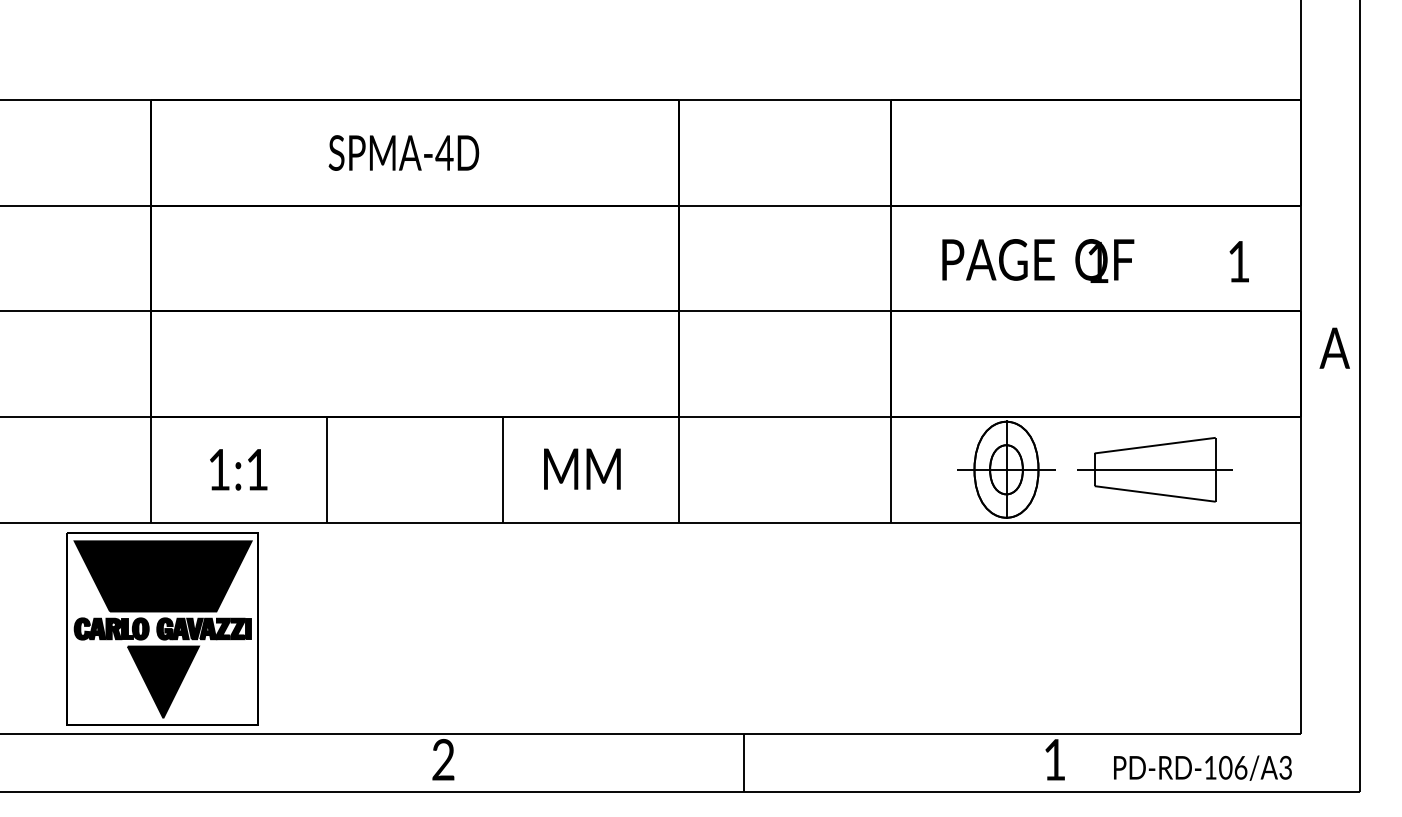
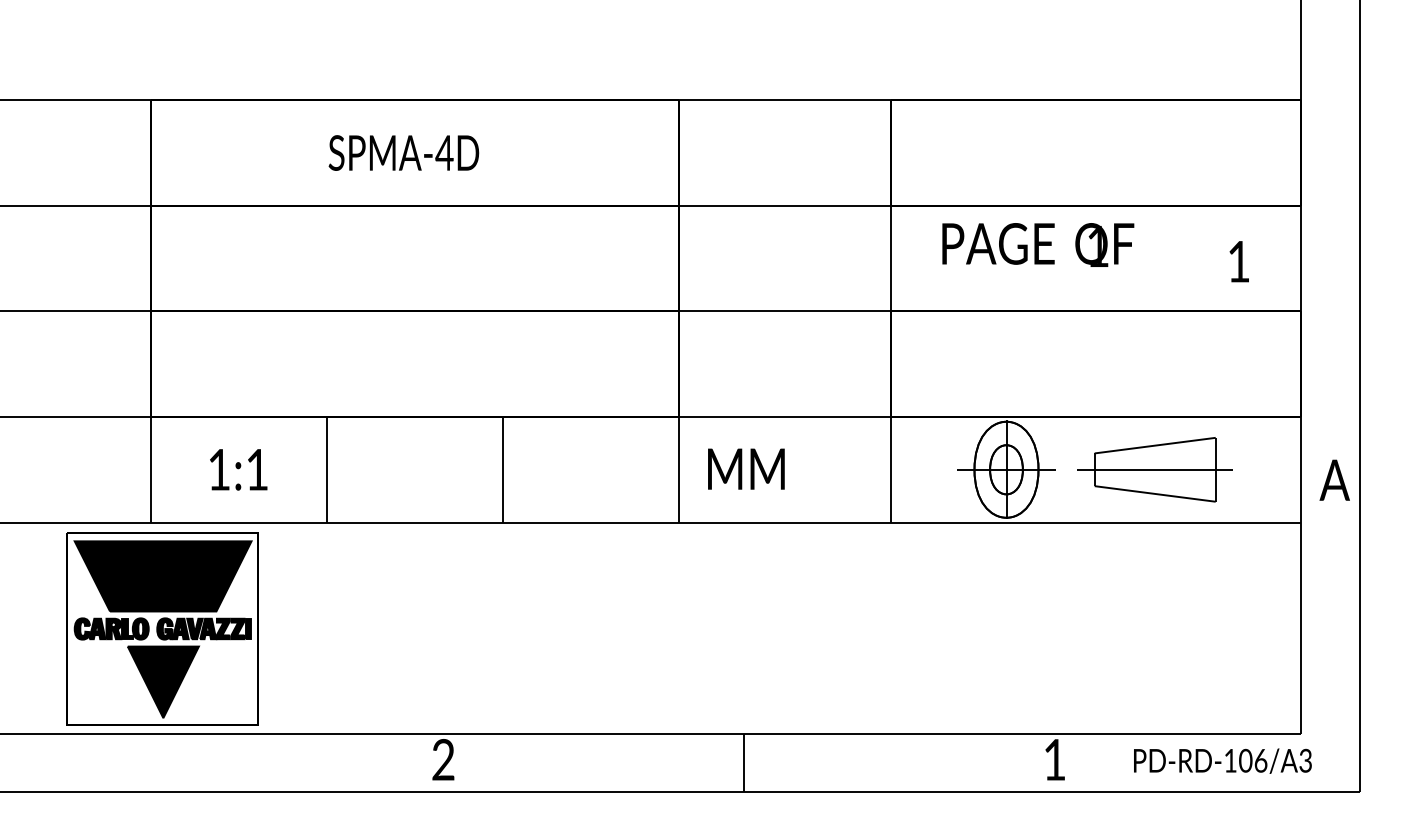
text at (1038, 260) position: (1038, 260) -> (1038, 244)
text at (1334, 347) position: (1334, 347) -> (1334, 479)
text at (582, 468) position: (582, 468) -> (746, 468)
text at (1202, 767) position: (1202, 767) -> (1222, 760)
